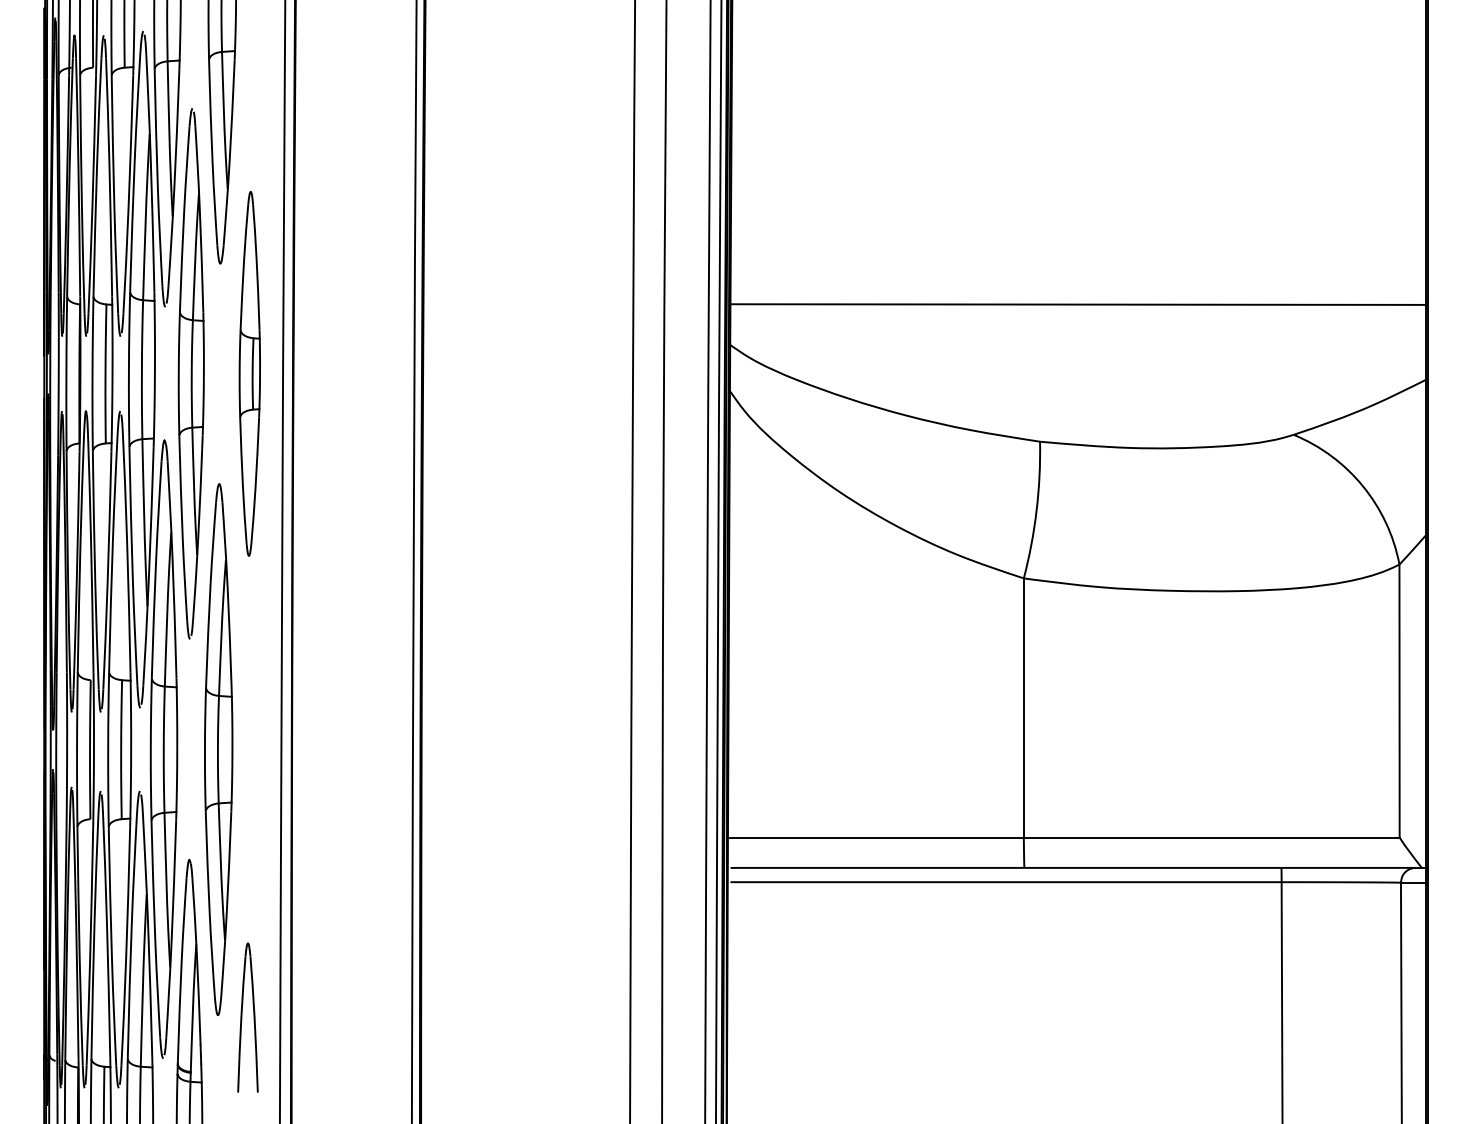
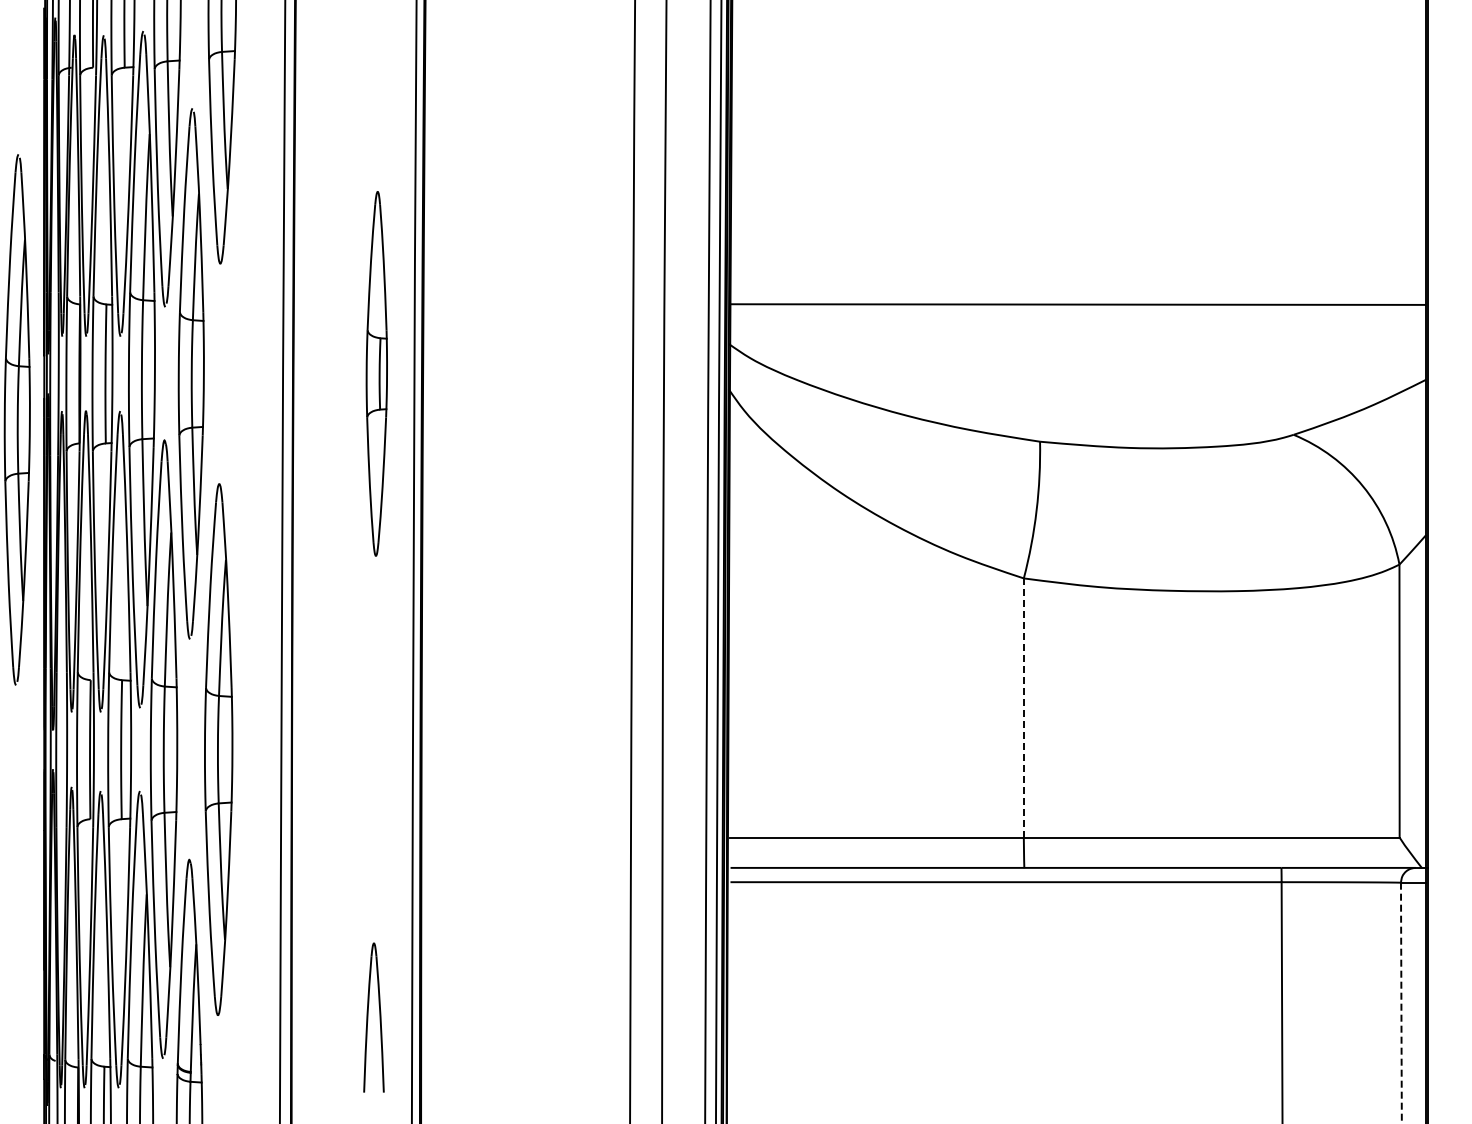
part at (249, 373) position: (249, 373) -> (376, 373)
part at (16, 419): none -> present
line at (1023, 707): solid -> dashed
line at (1401, 1003): solid -> dashed
part at (247, 1017) position: (247, 1017) -> (373, 1017)
